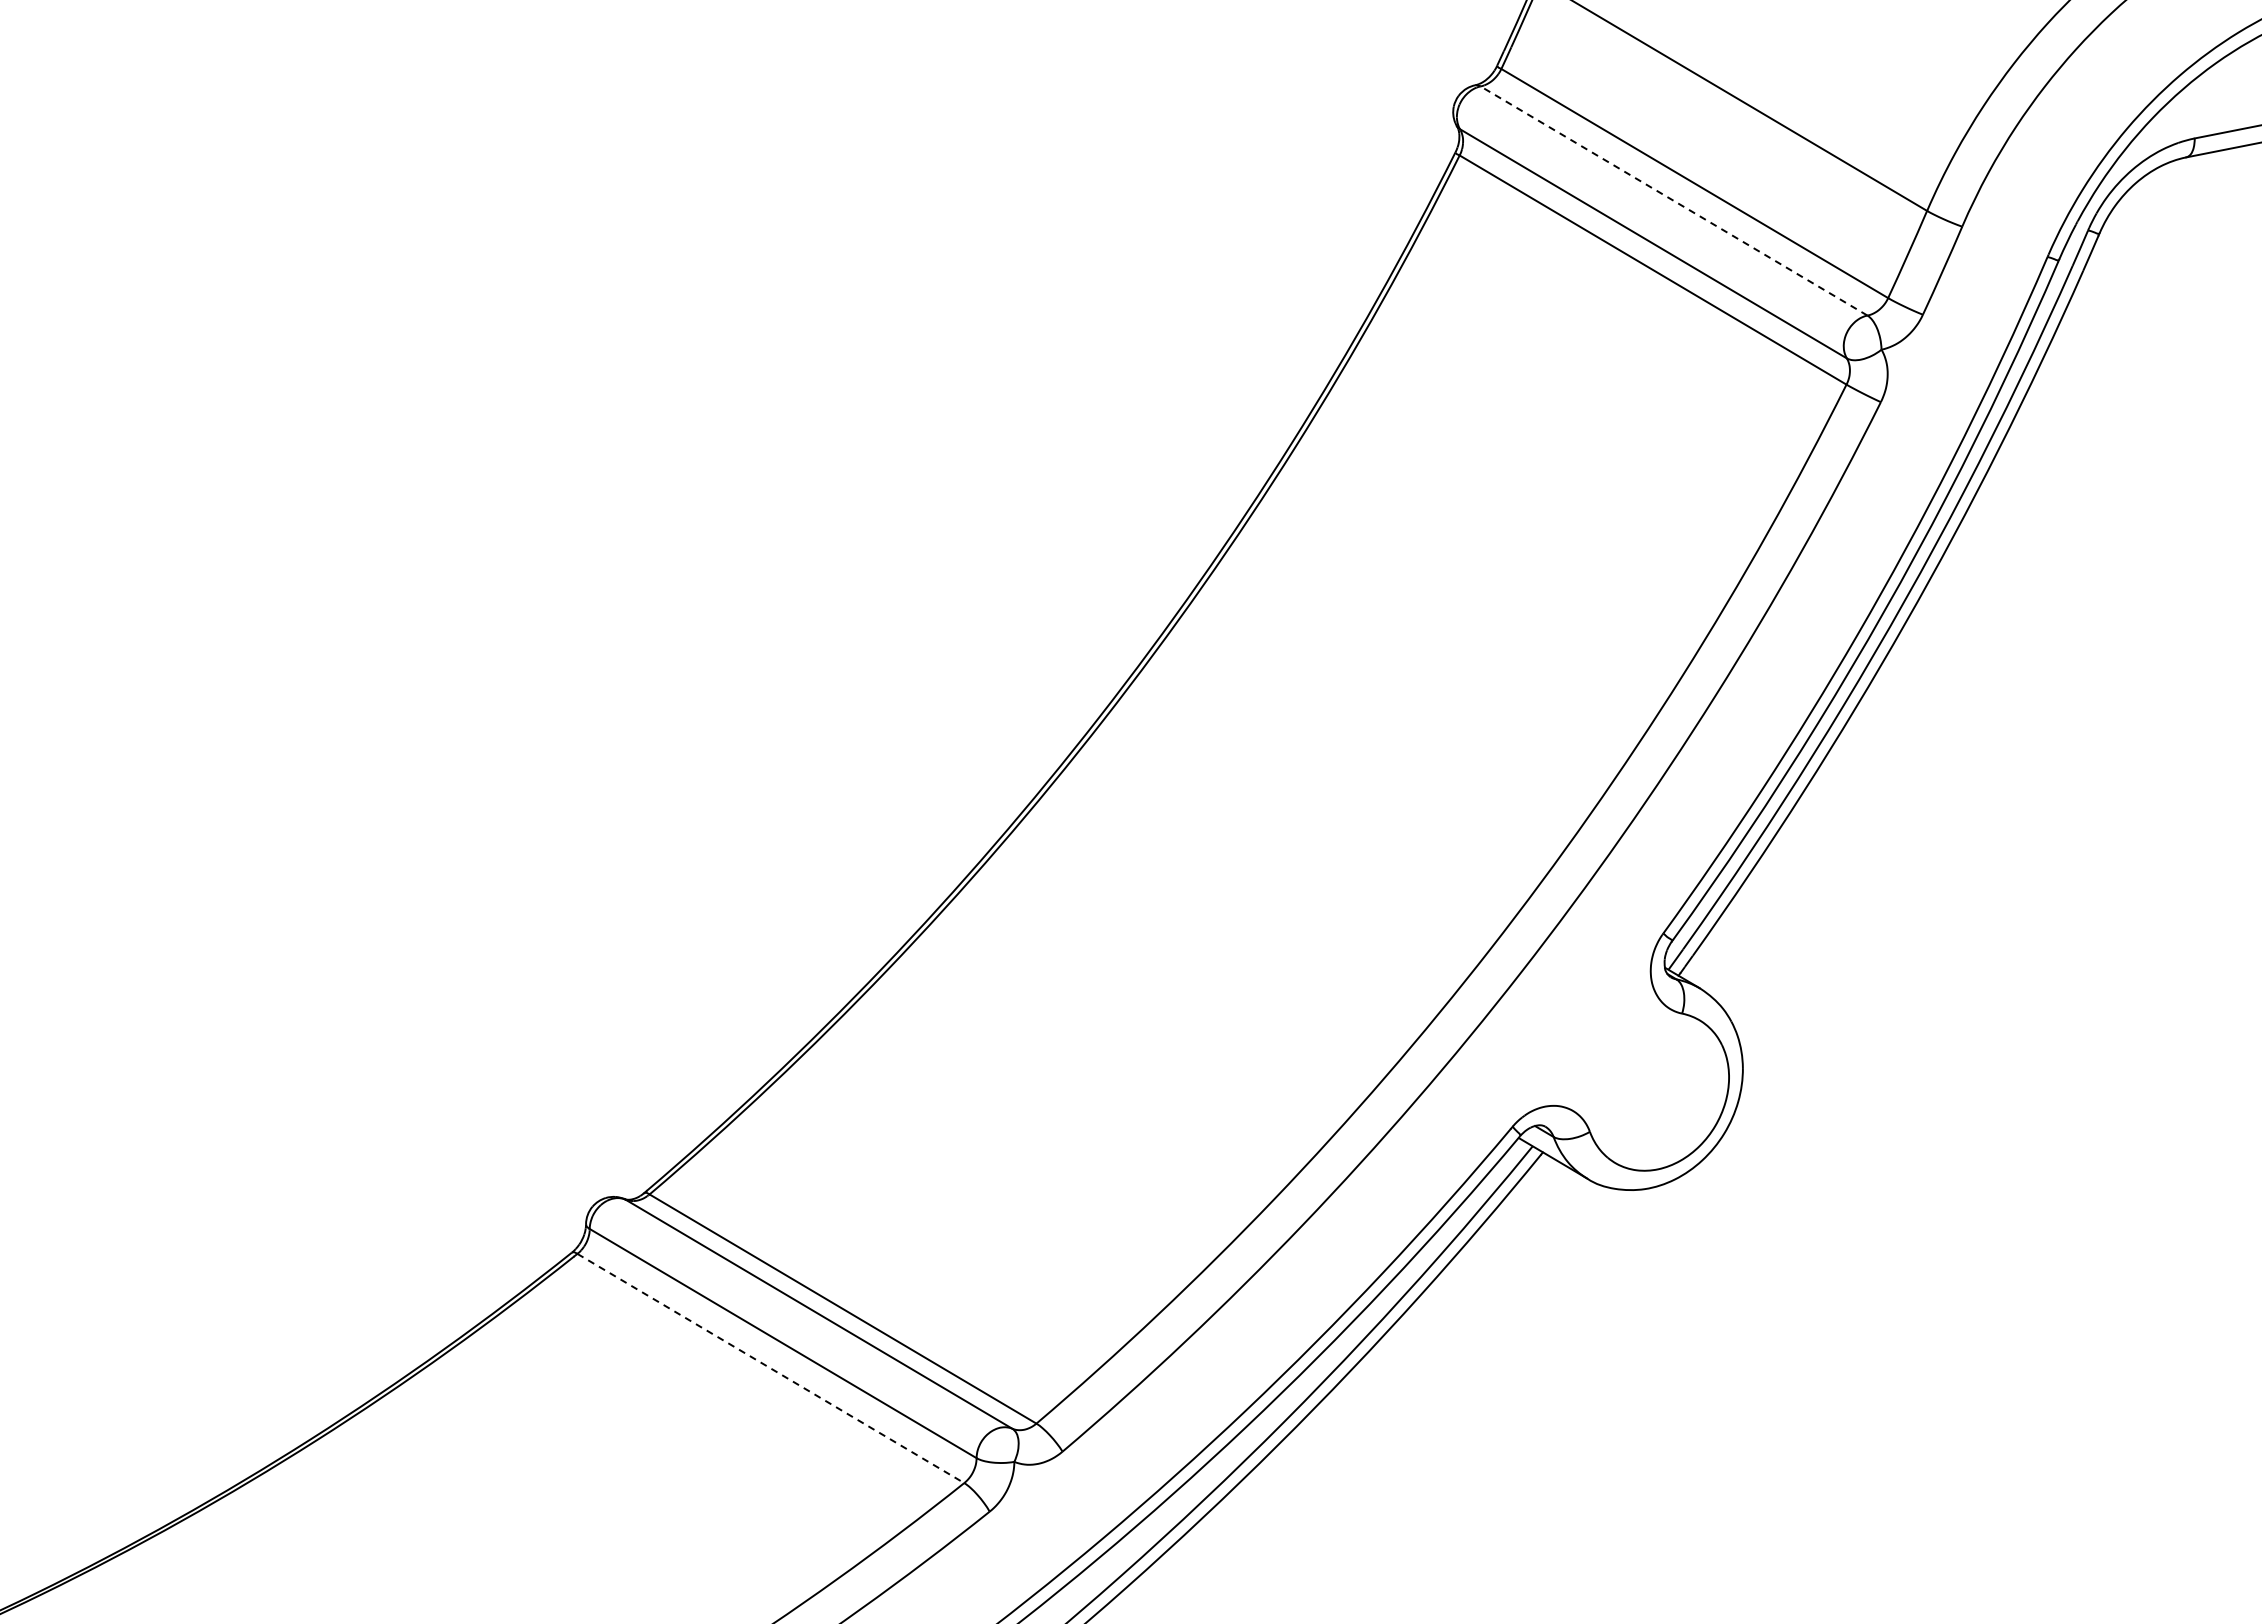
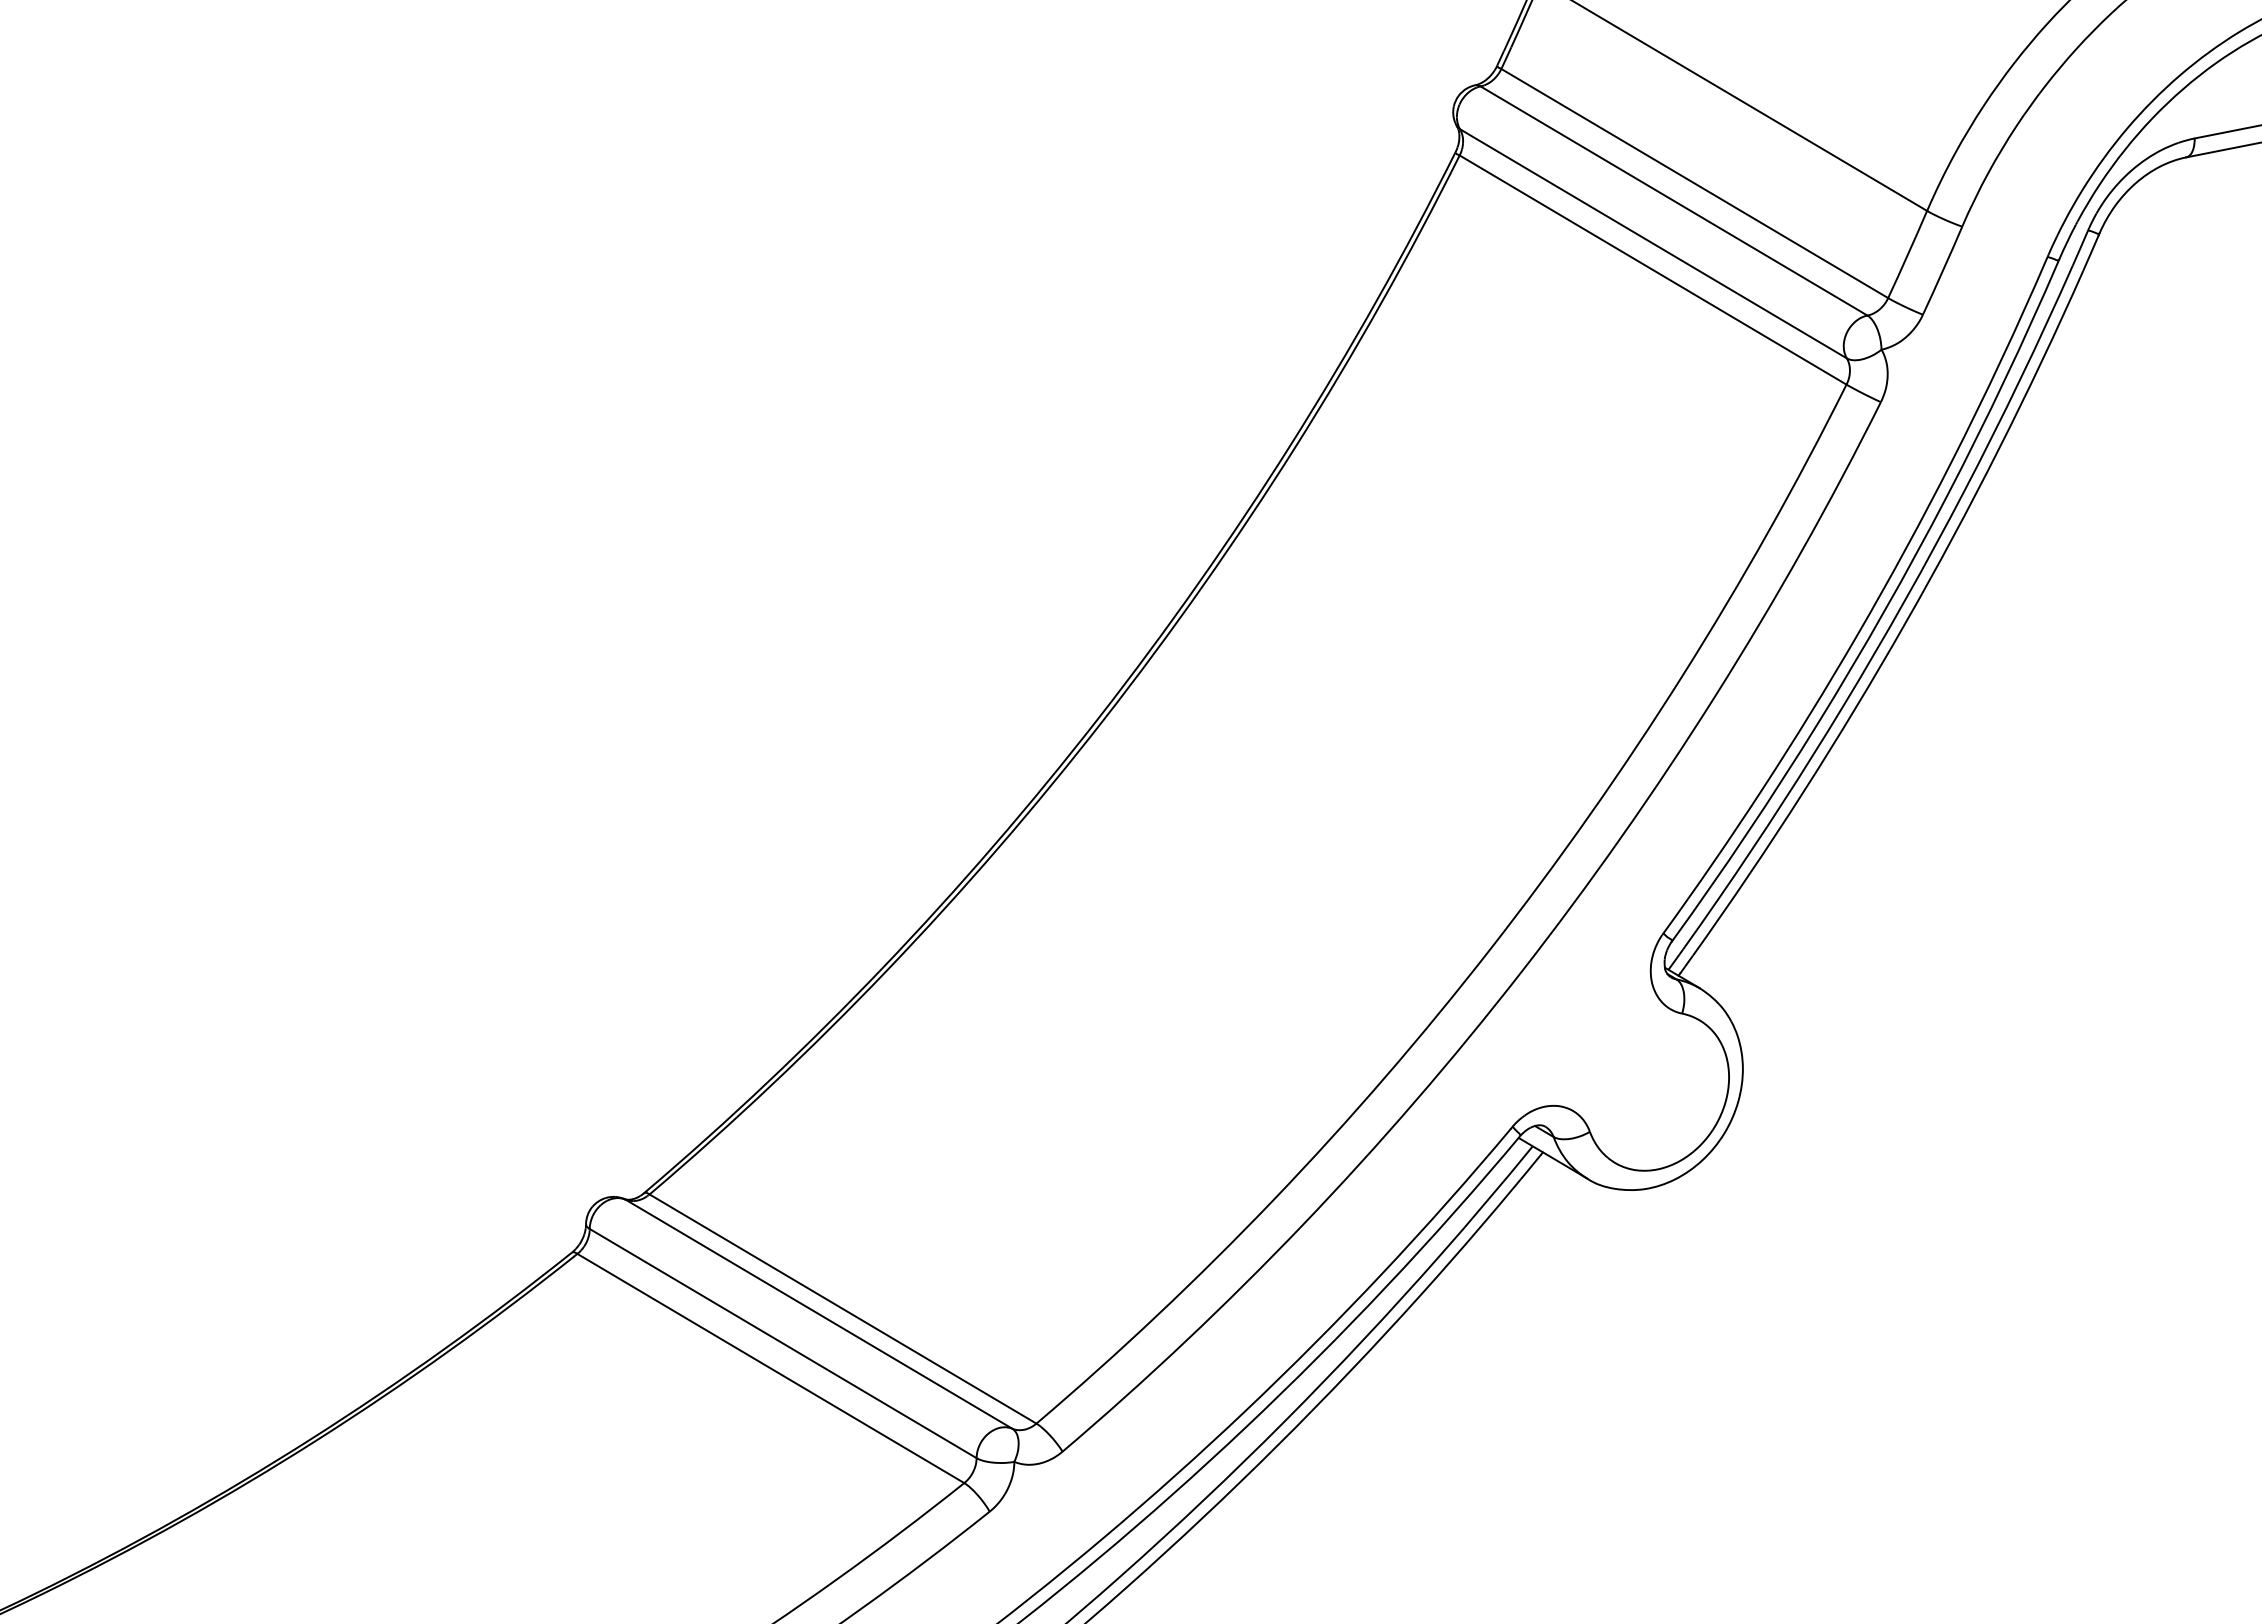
line at (1674, 201): dashed -> solid
line at (770, 1368): dashed -> solid
